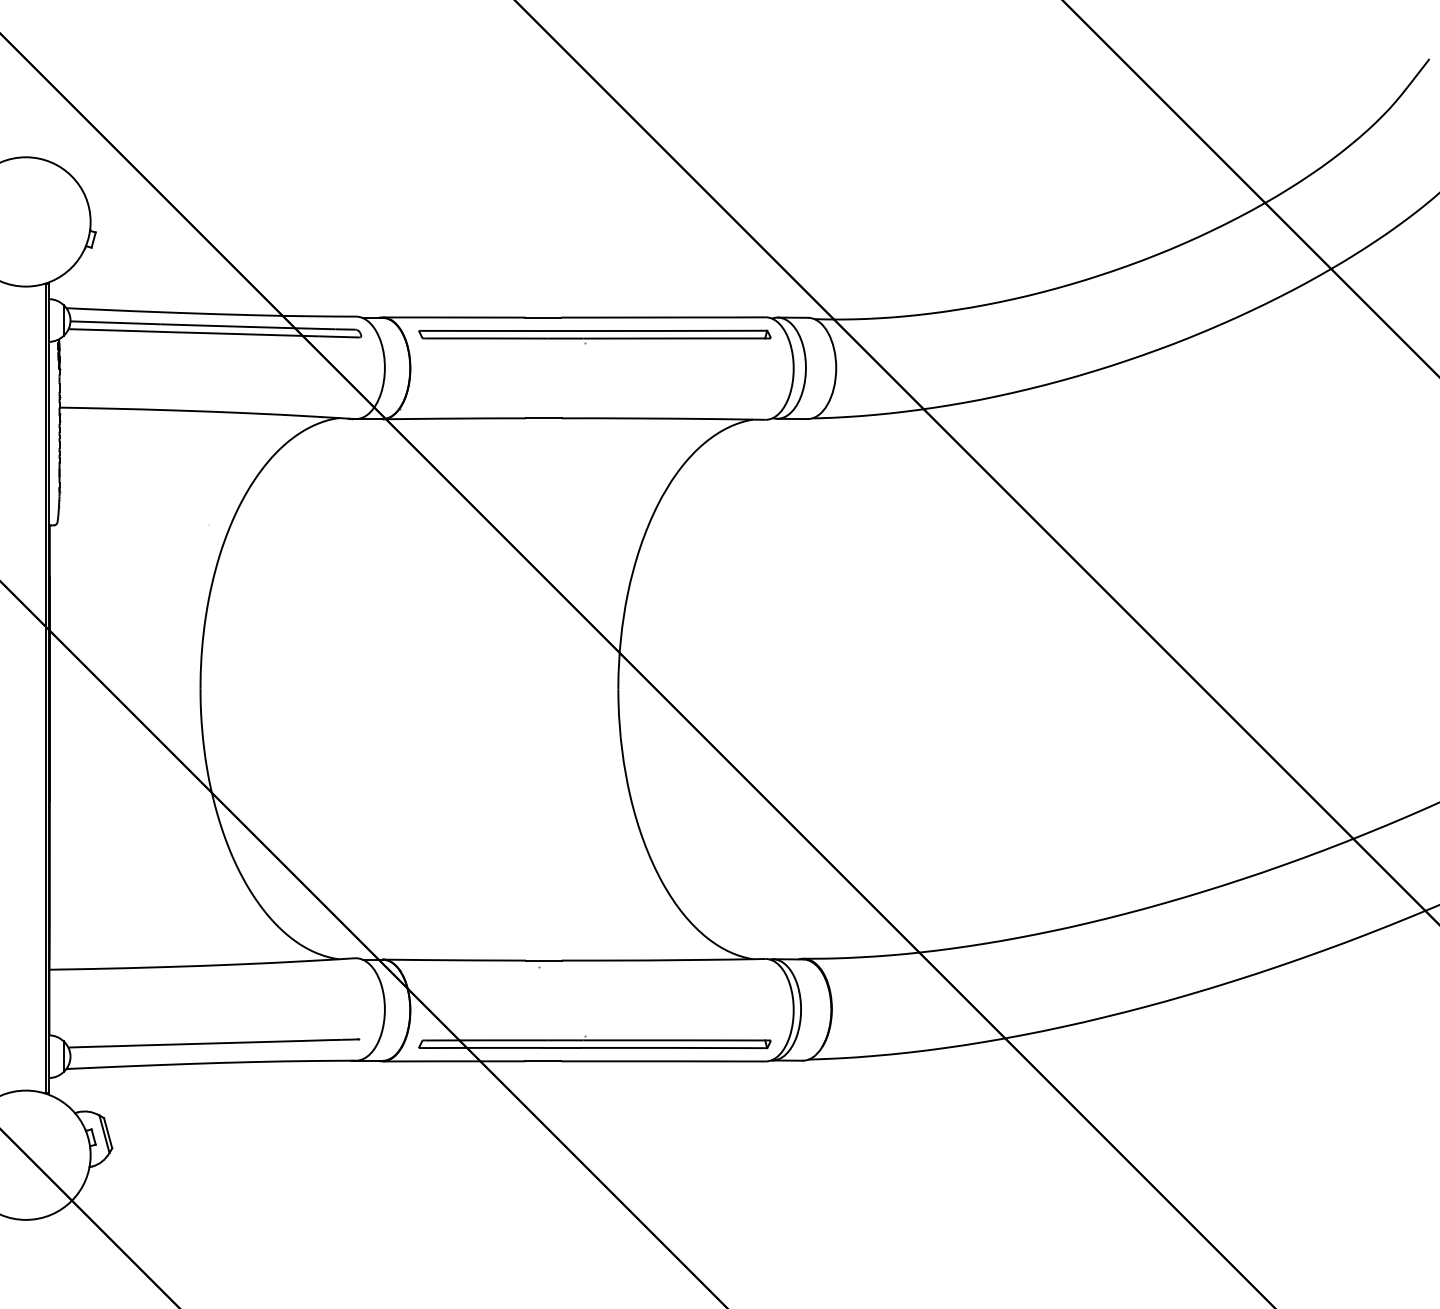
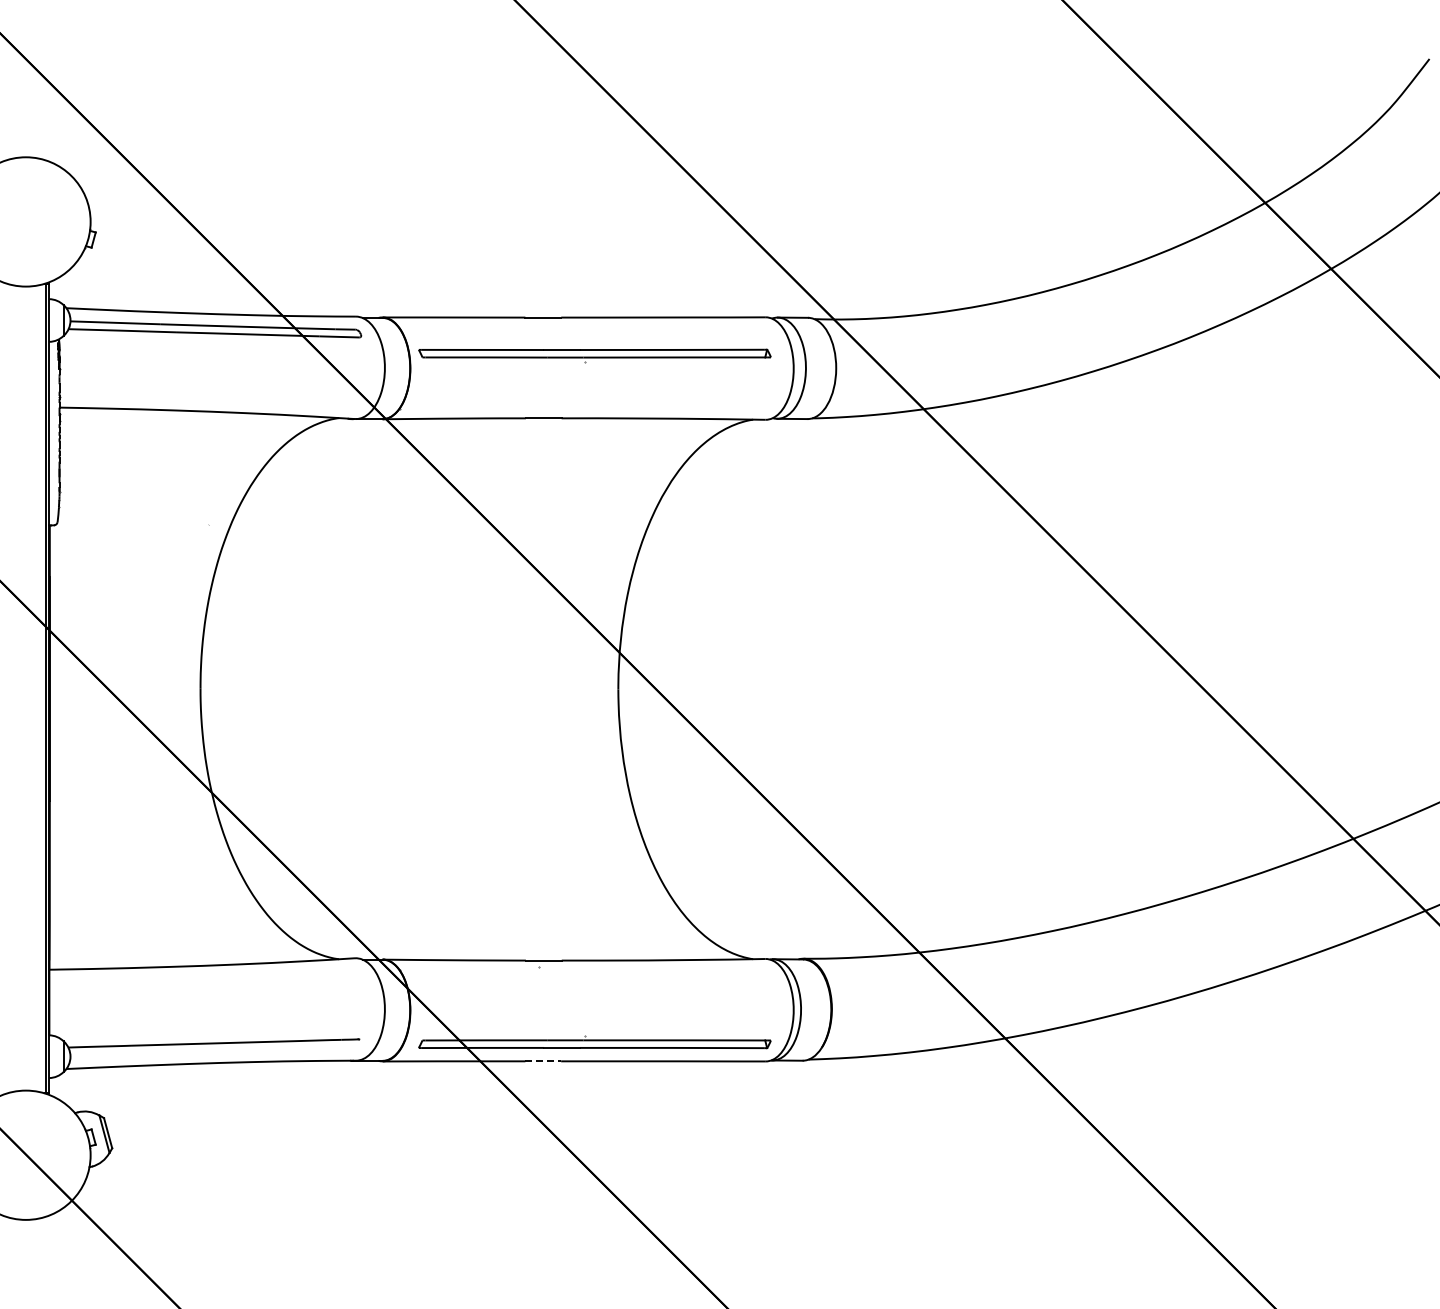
part at (594, 336) position: (594, 336) -> (594, 355)
line at (543, 1061): solid -> dashed
